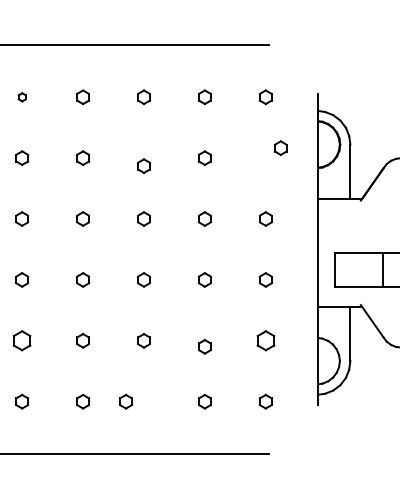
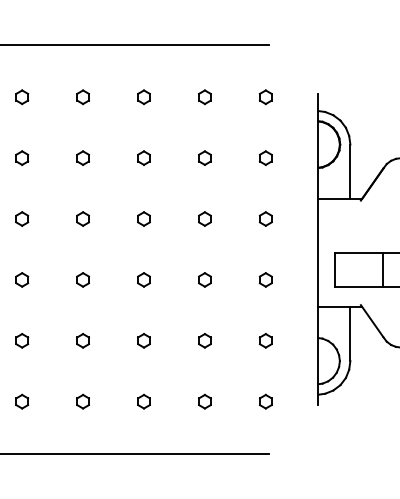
part at (21, 97) size: 10x11 px -> 15x17 px
part at (280, 147) position: (280, 147) -> (265, 157)
part at (143, 165) position: (143, 165) -> (143, 157)
part at (21, 340) size: 20x22 px -> 15x16 px
part at (265, 340) size: 20x22 px -> 15x16 px
part at (204, 346) position: (204, 346) -> (204, 340)
part at (125, 401) position: (125, 401) -> (143, 401)
